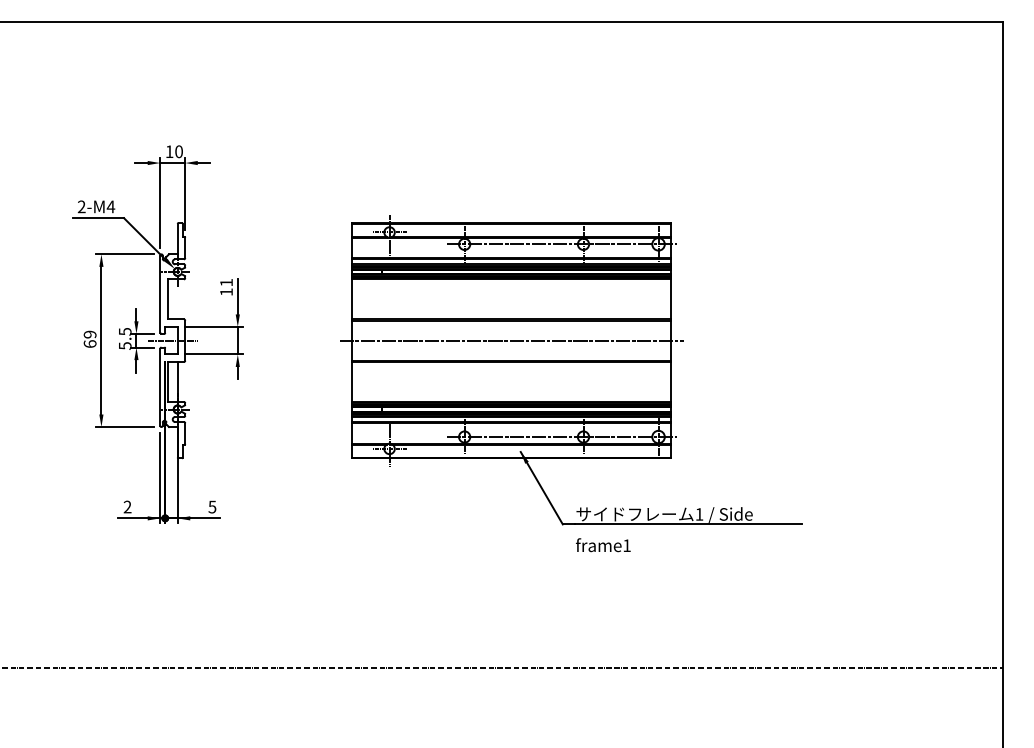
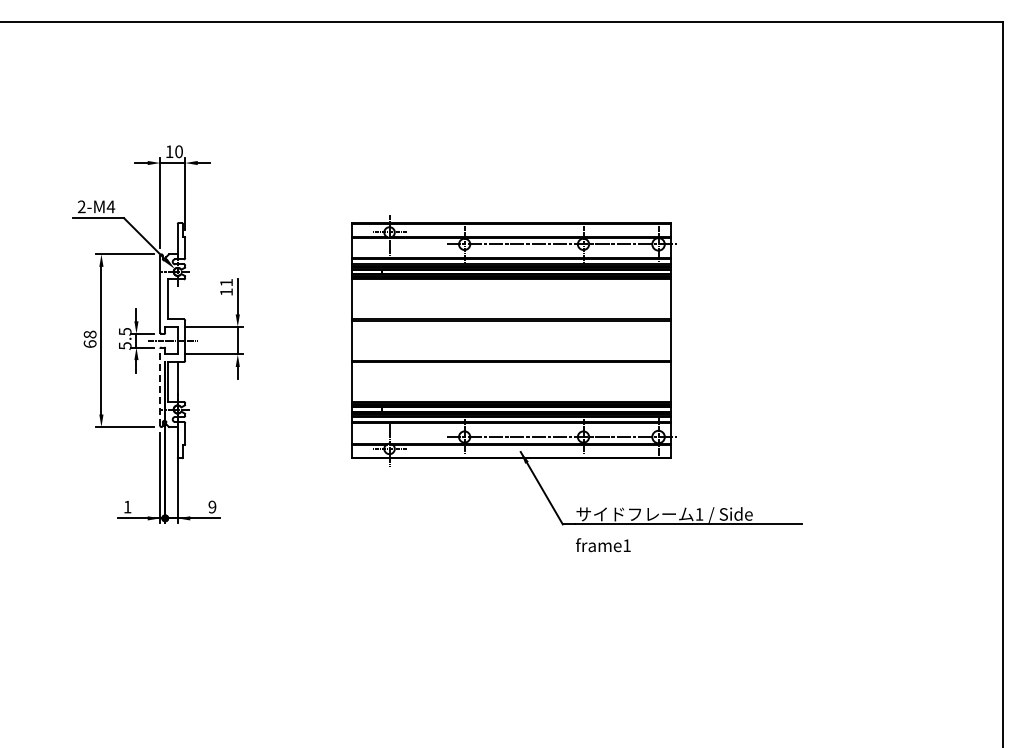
text at (89, 334): 69 -> 68
line at (511, 340): present -> none
line at (160, 386): solid -> dashed
text at (127, 506): 2 -> 1
text at (212, 506): 5 -> 9
line at (502, 667): present -> none
